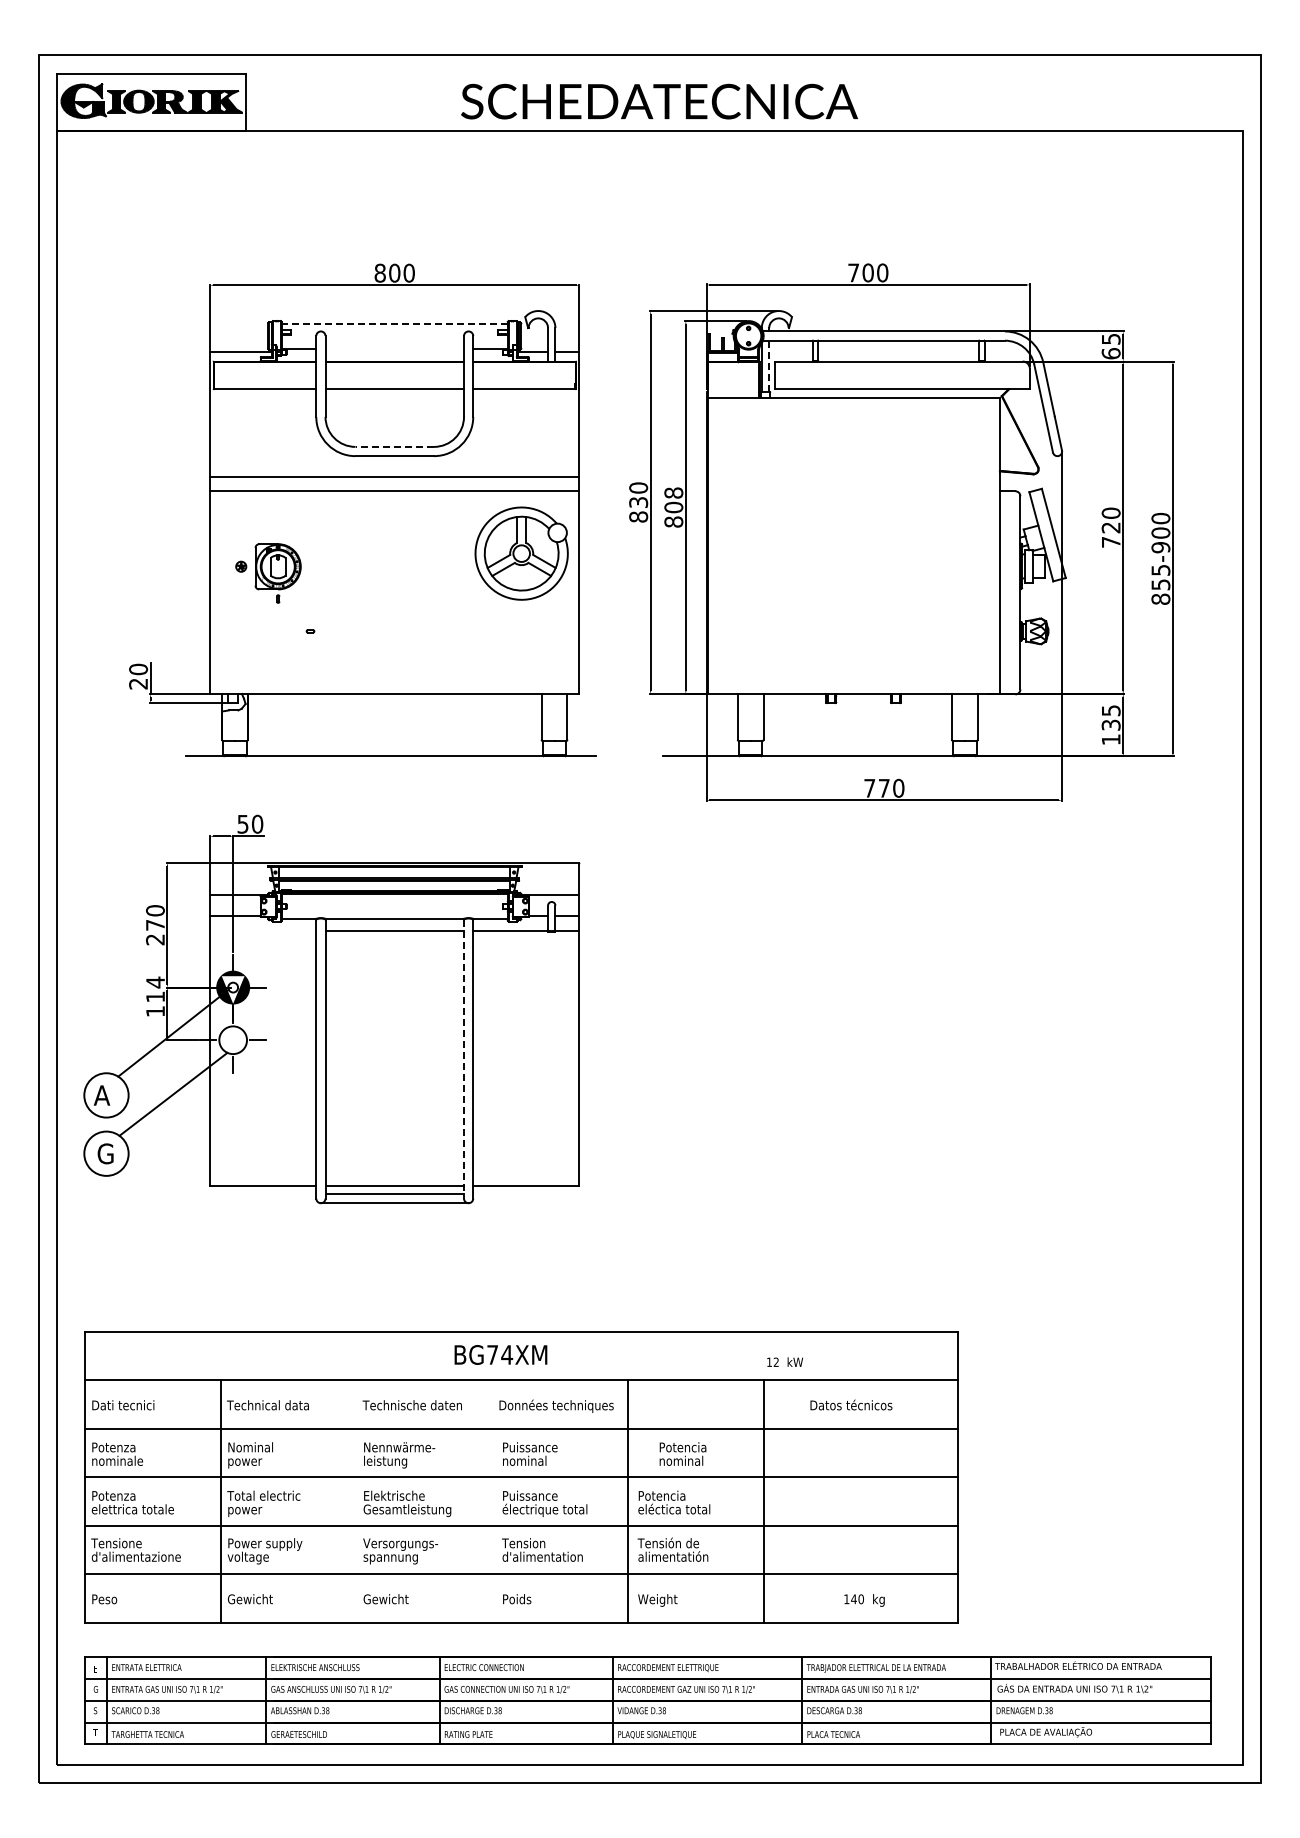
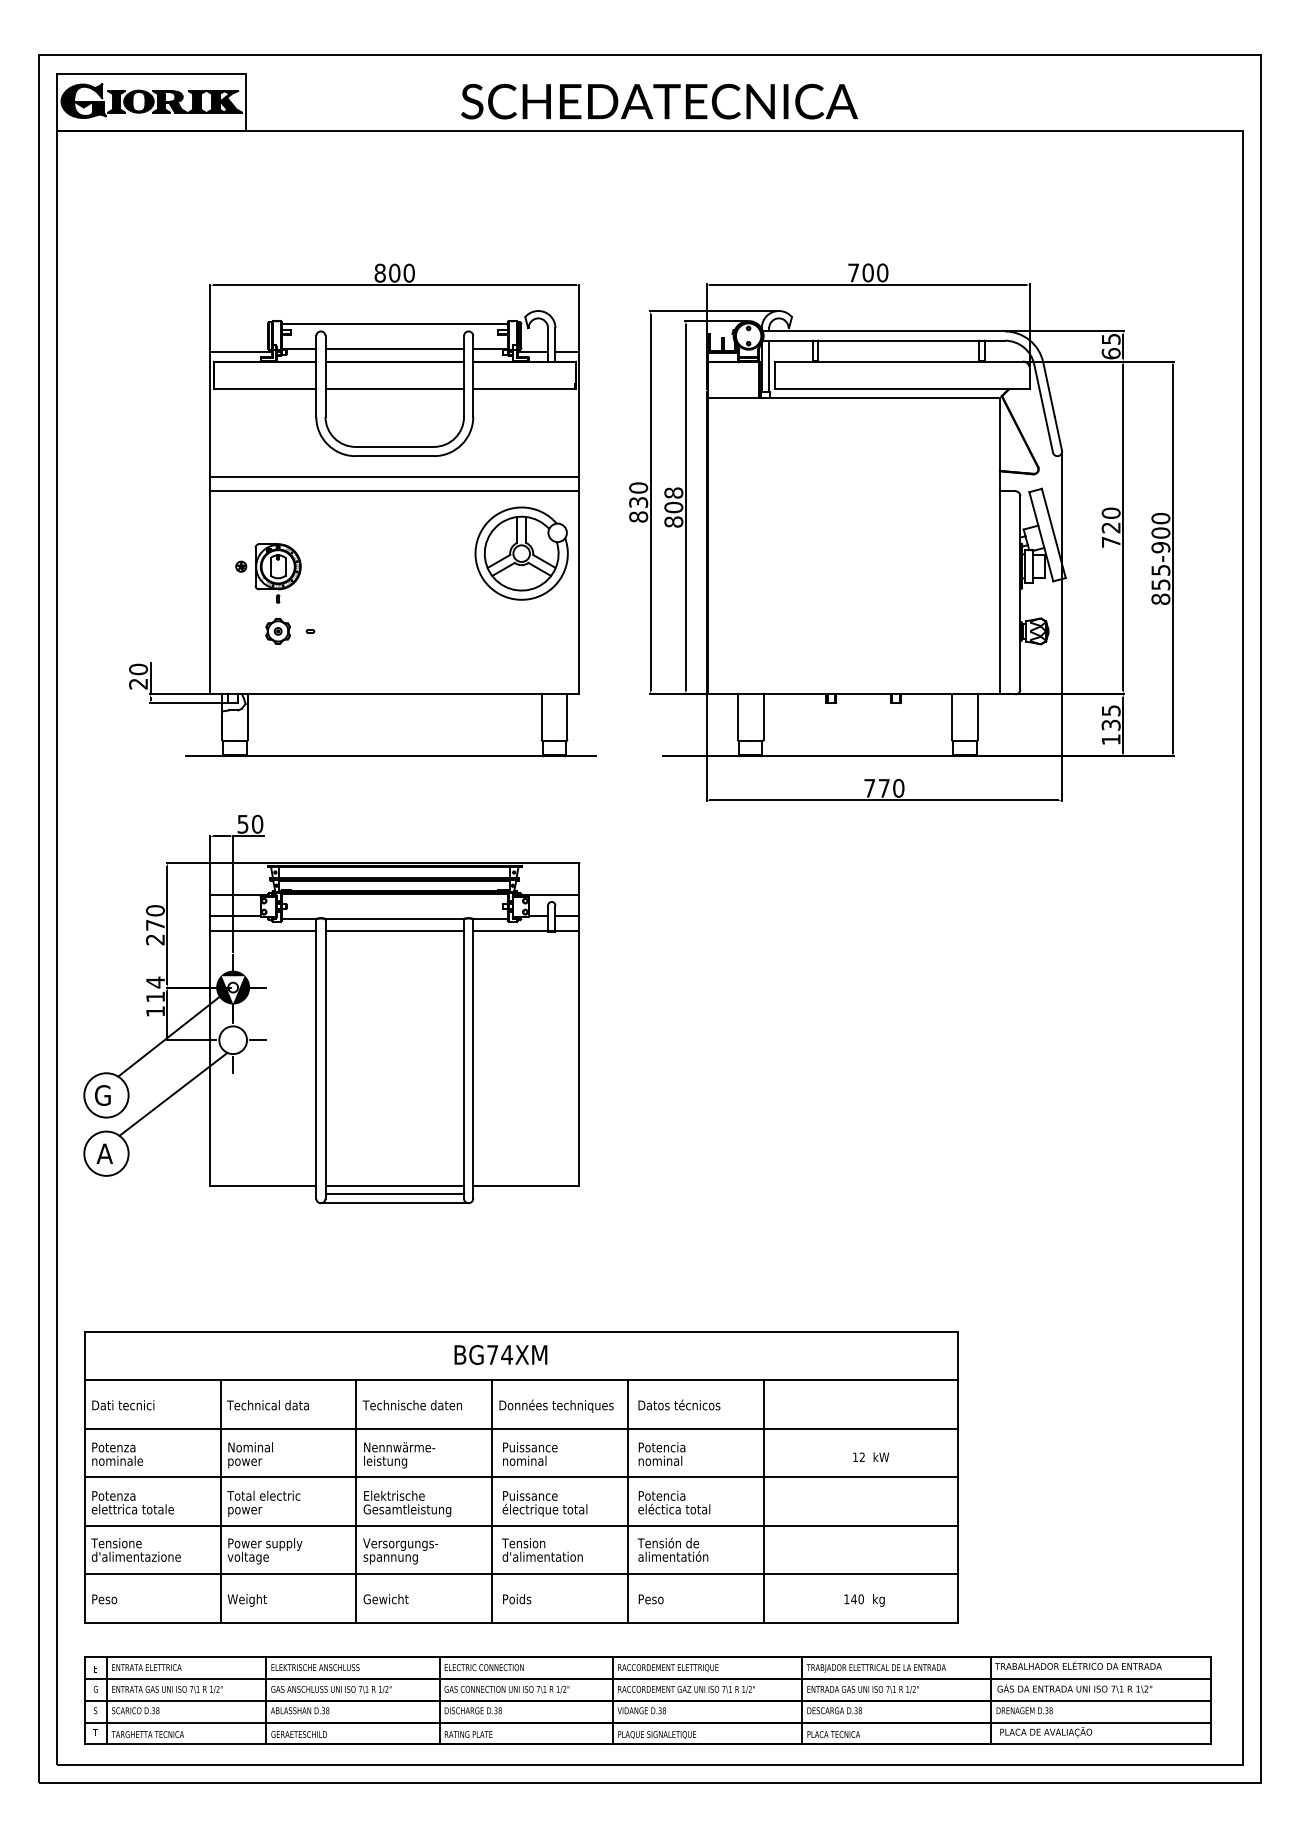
line at (394, 323): dashed -> solid
line at (394, 348): none -> present
line at (769, 366): dashed -> solid
line at (394, 446): dashed -> solid
part at (277, 630): none -> present
line at (263, 931): none -> present
line at (464, 1059): dashed -> solid
text at (101, 1095): A -> G
text at (104, 1153): G -> A
text at (784, 1361) position: (784, 1361) -> (870, 1456)
text at (851, 1404) position: (851, 1404) -> (679, 1404)
text at (682, 1453) position: (682, 1453) -> (661, 1453)
line at (356, 1501): none -> present
line at (492, 1501): none -> present
text at (249, 1600): Gewicht -> Weight
text at (657, 1600): Weight -> Peso
